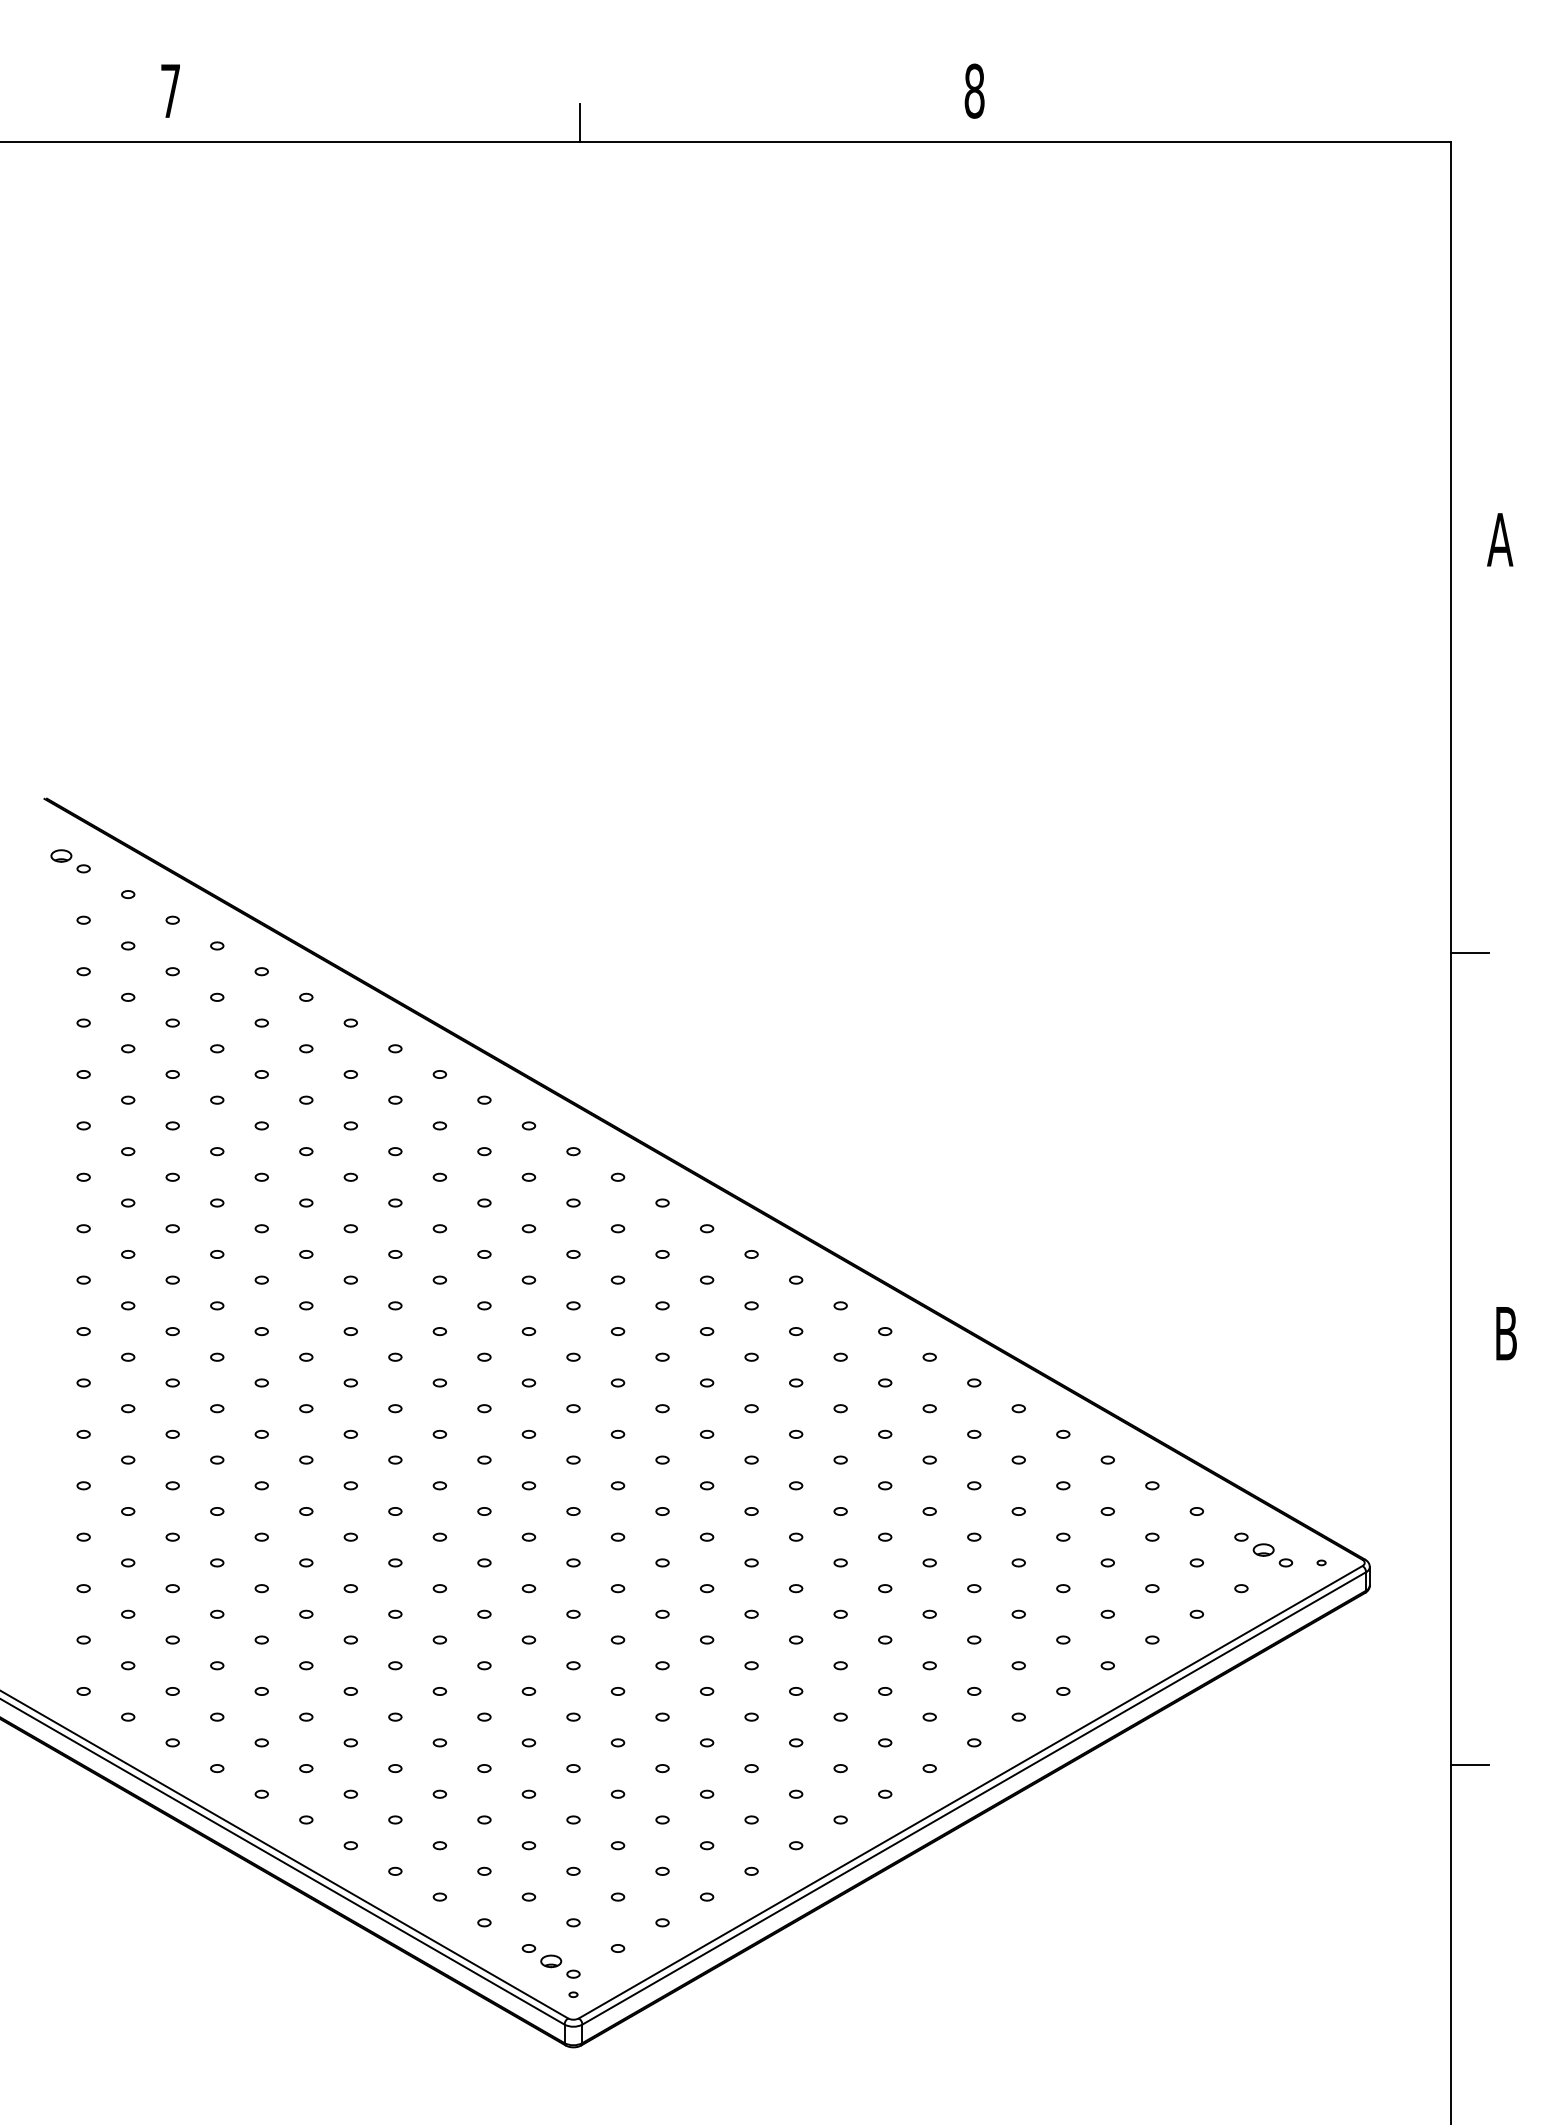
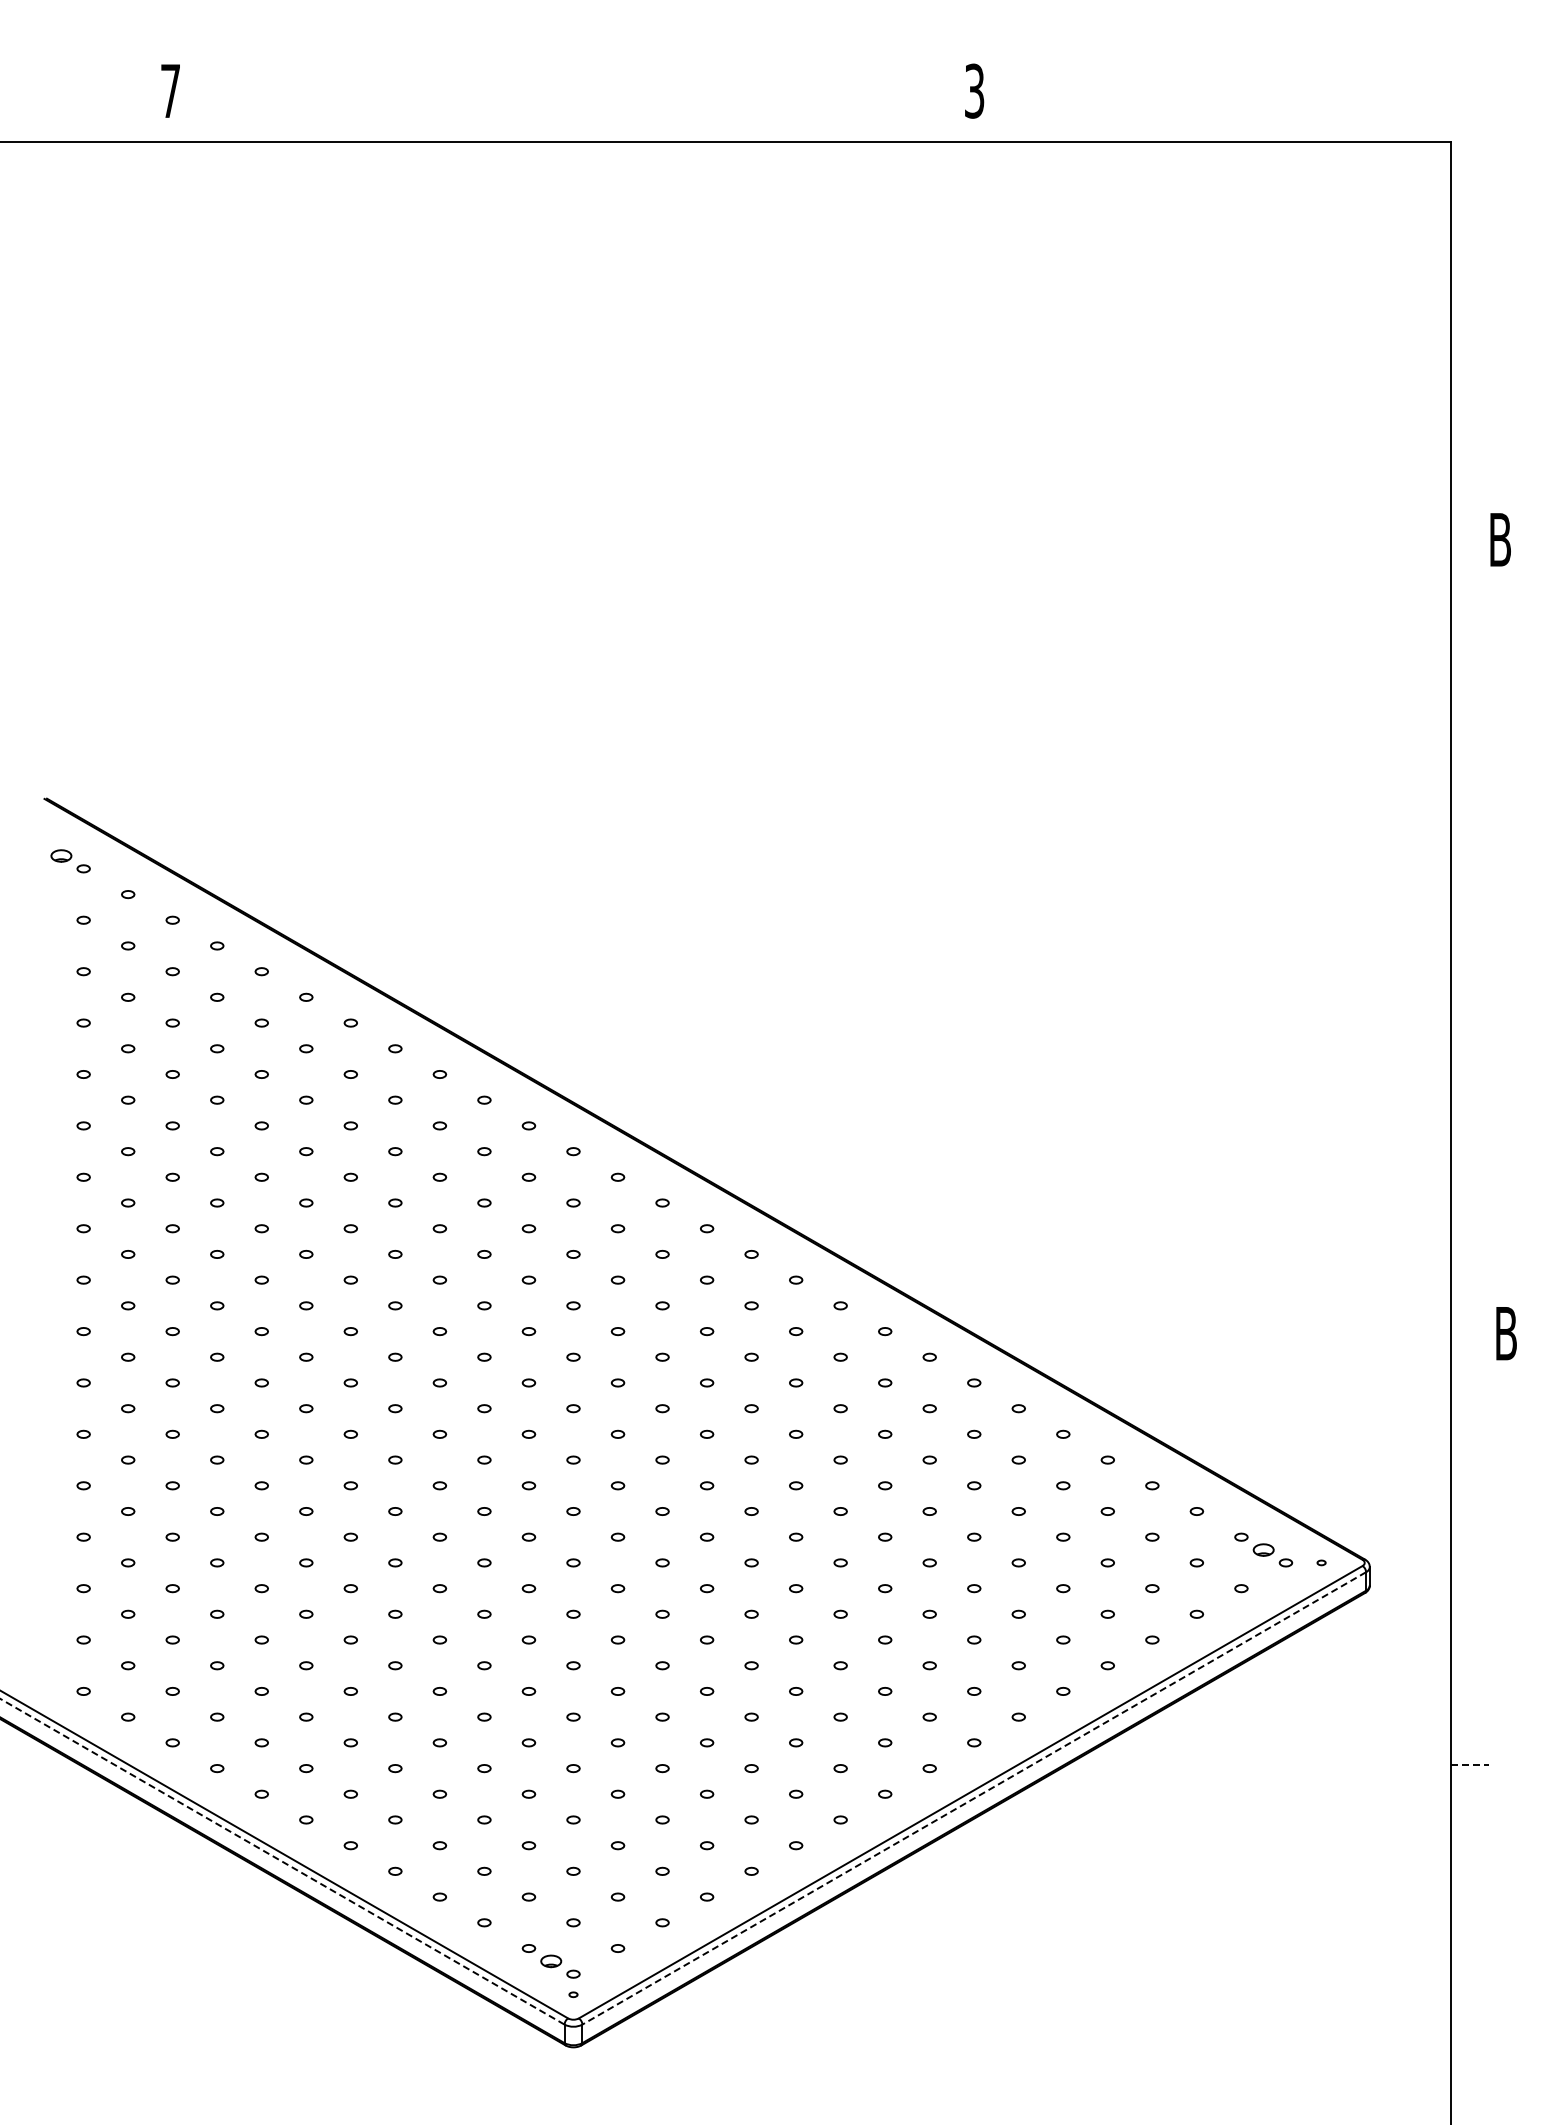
text at (974, 90): 8 -> 3
line at (579, 123): present -> none
text at (1500, 539): A -> B
line at (1469, 953): present -> none
line at (1469, 1764): solid -> dashed
line at (973, 1798): solid -> dashed
line at (282, 1861): solid -> dashed
